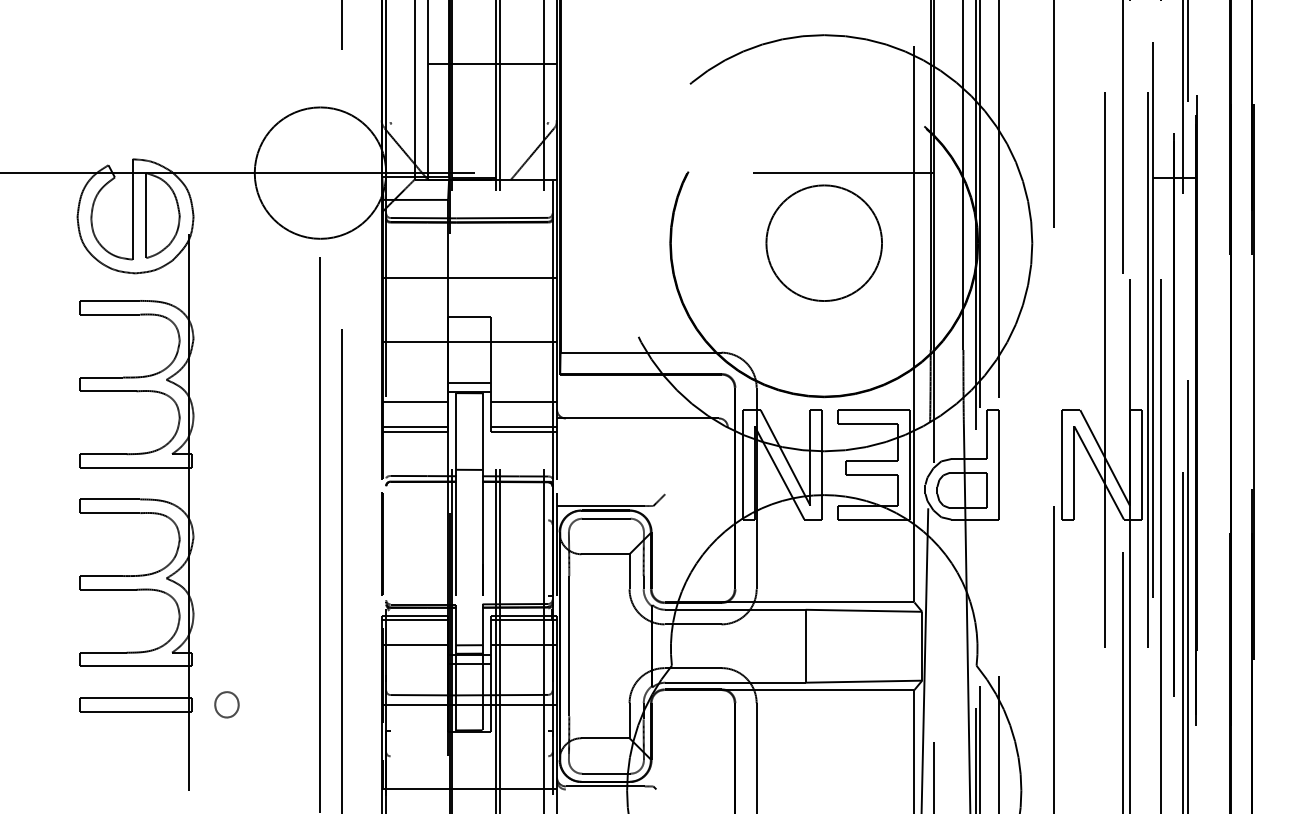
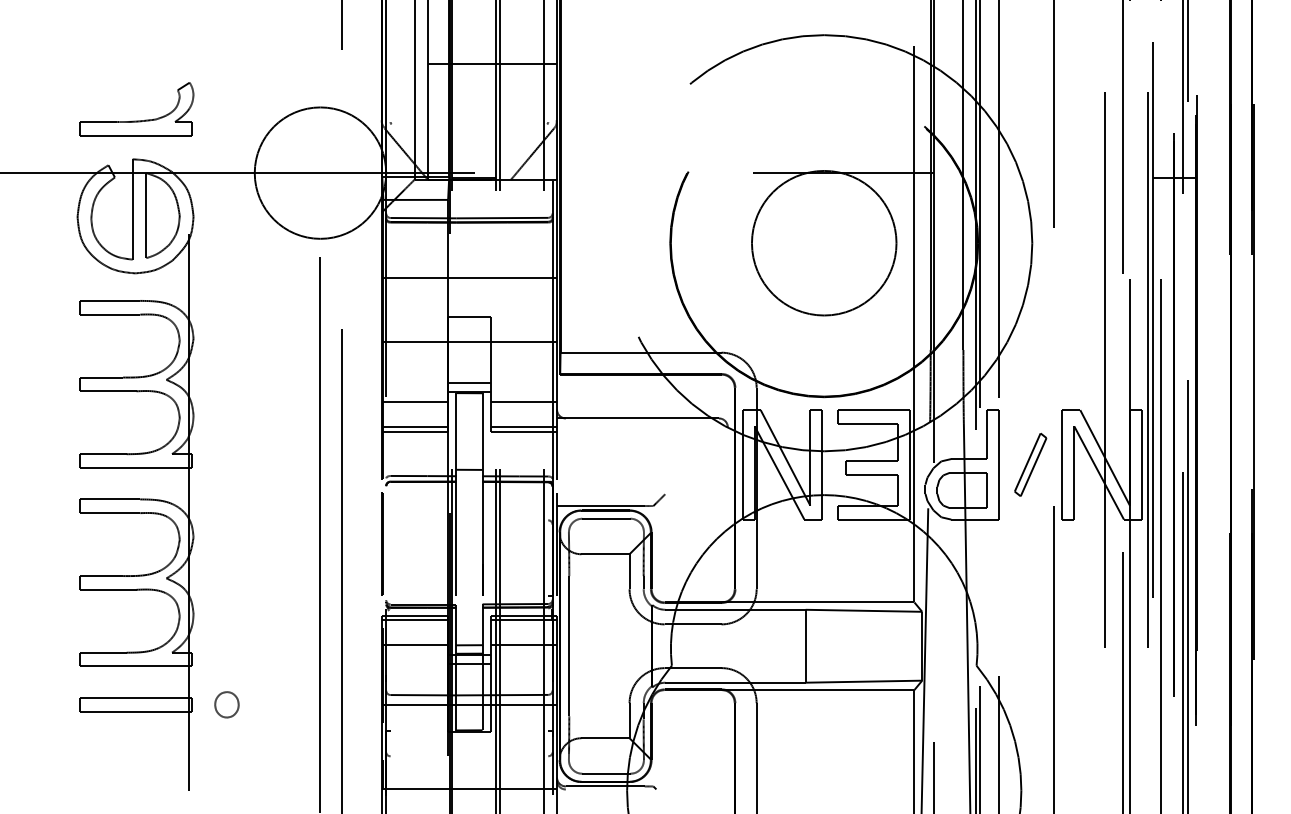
part at (136, 120): none -> present
circle at (824, 243) diameter: 116 px -> 145 px
part at (1030, 464): none -> present
